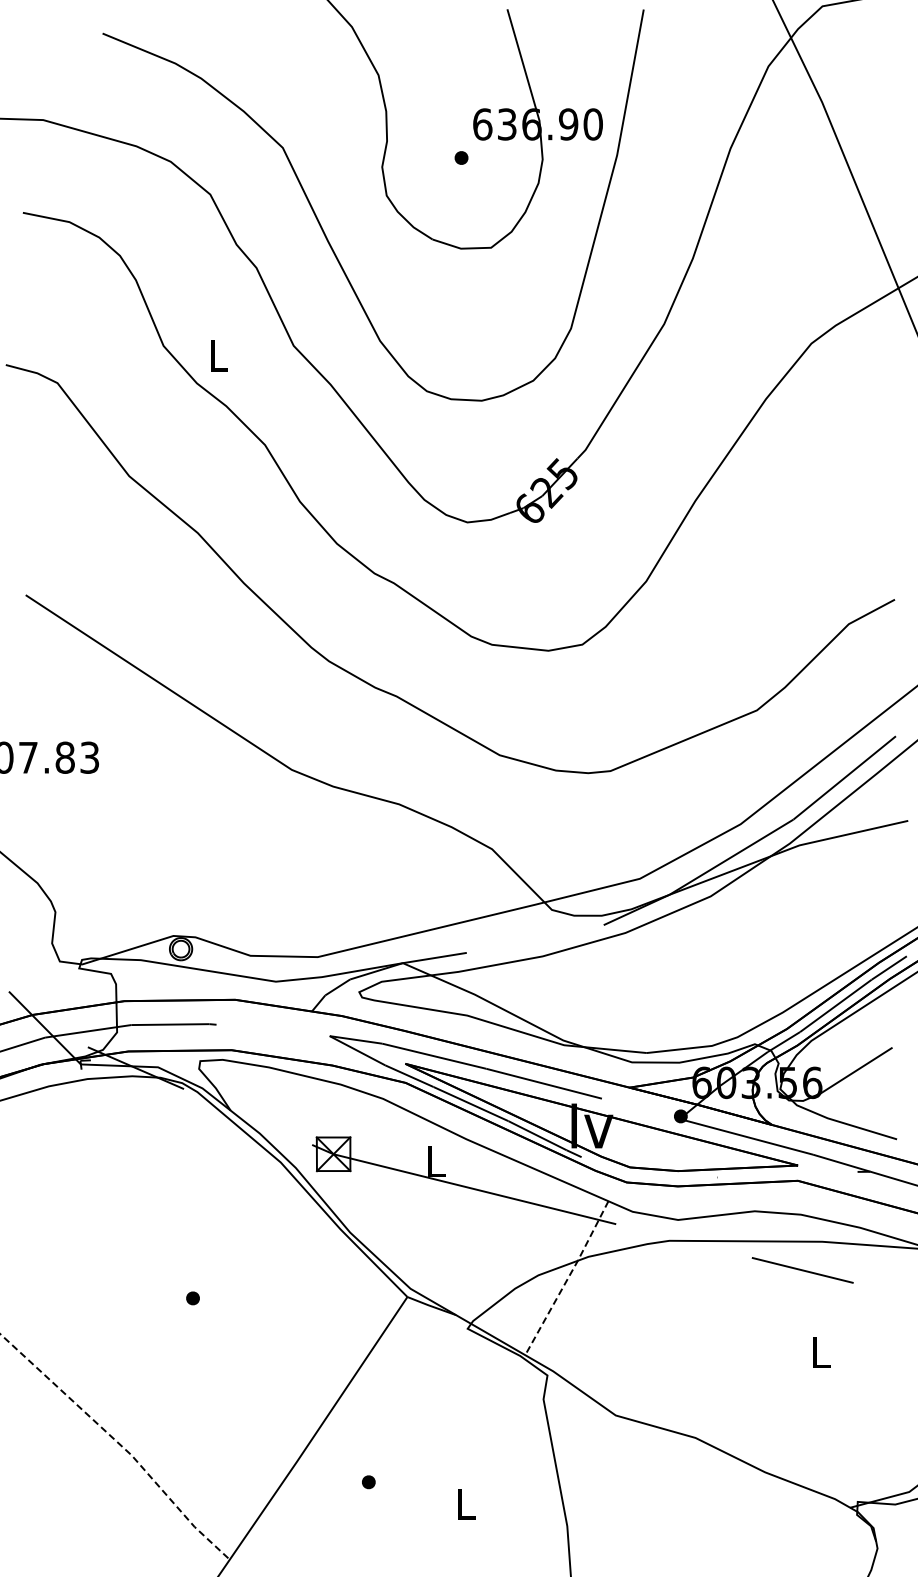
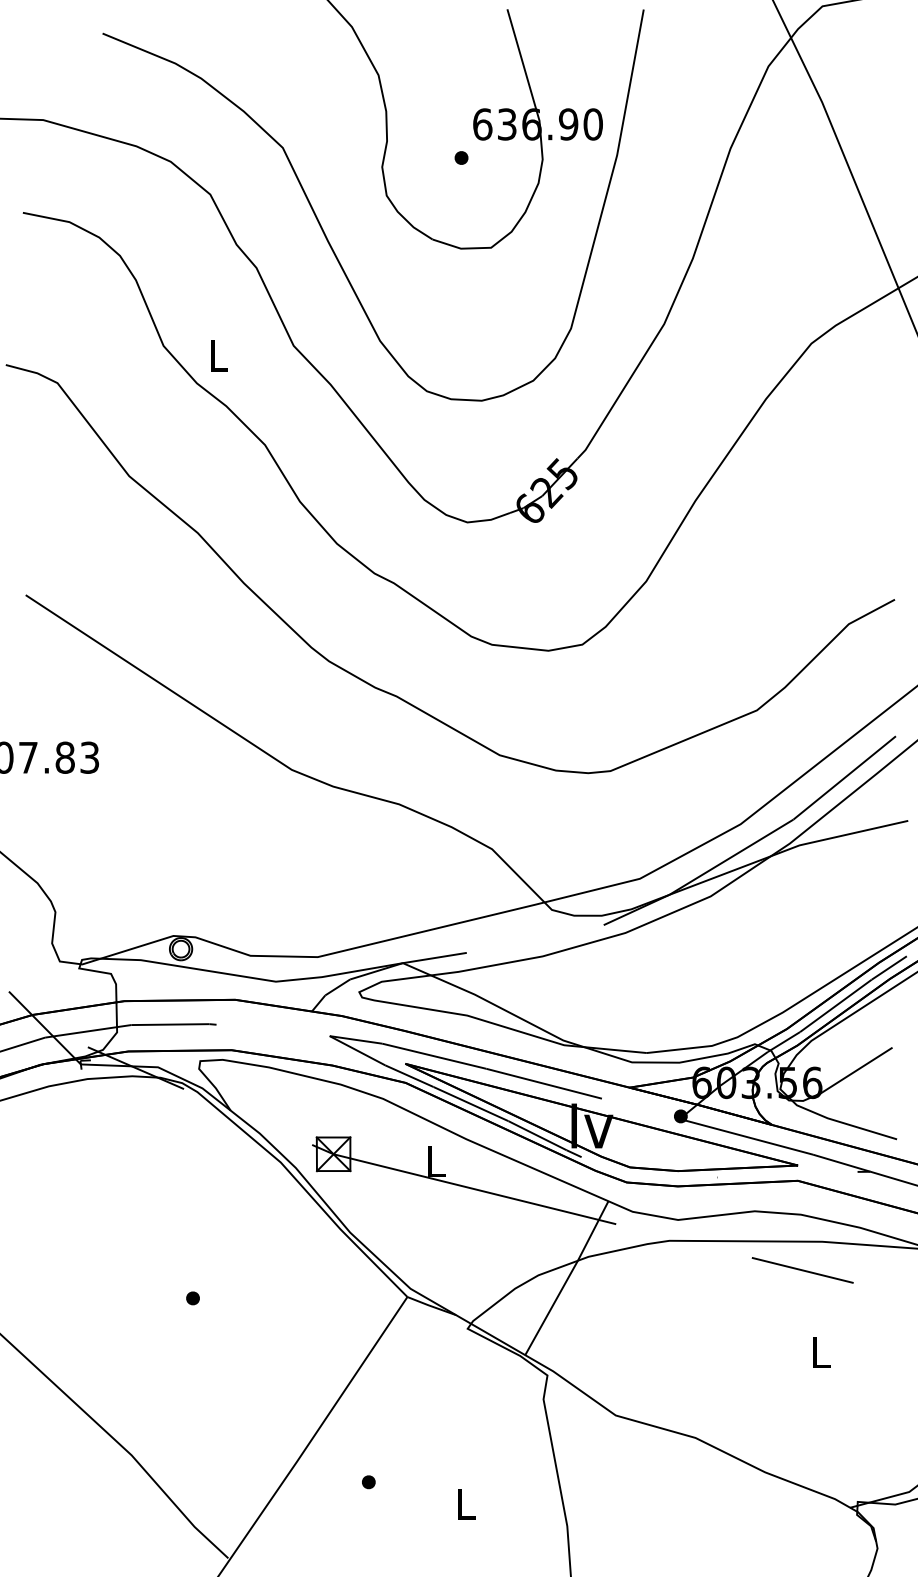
line at (567, 1278): dashed -> solid
line at (119, 1443): dashed -> solid
